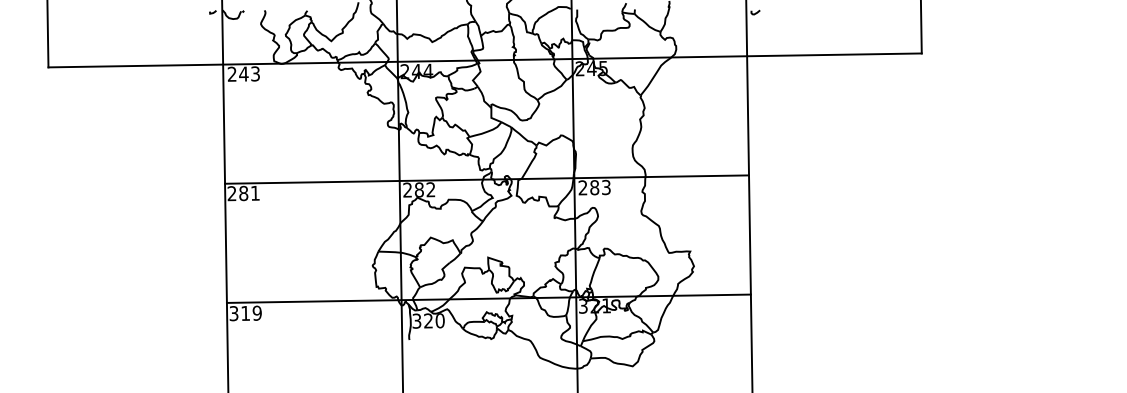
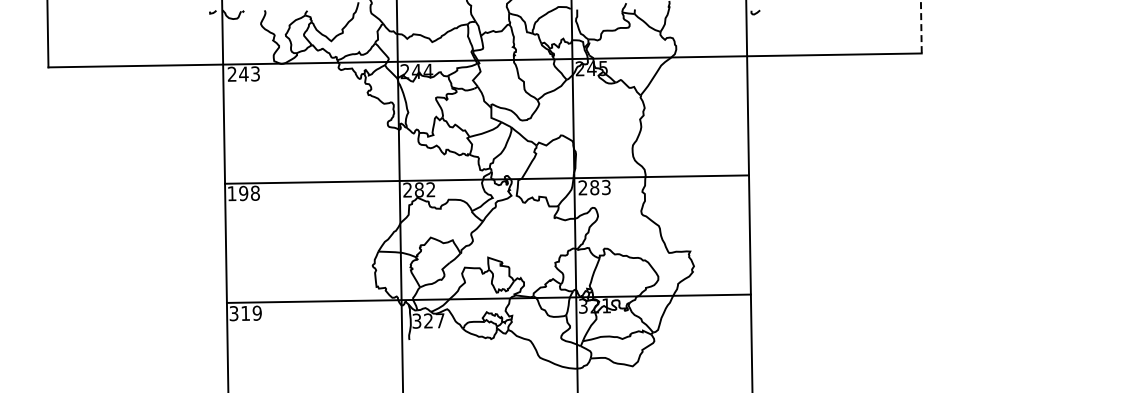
line at (921, 27): solid -> dashed
text at (243, 193): 281 -> 198
text at (439, 320): 320 -> 327
